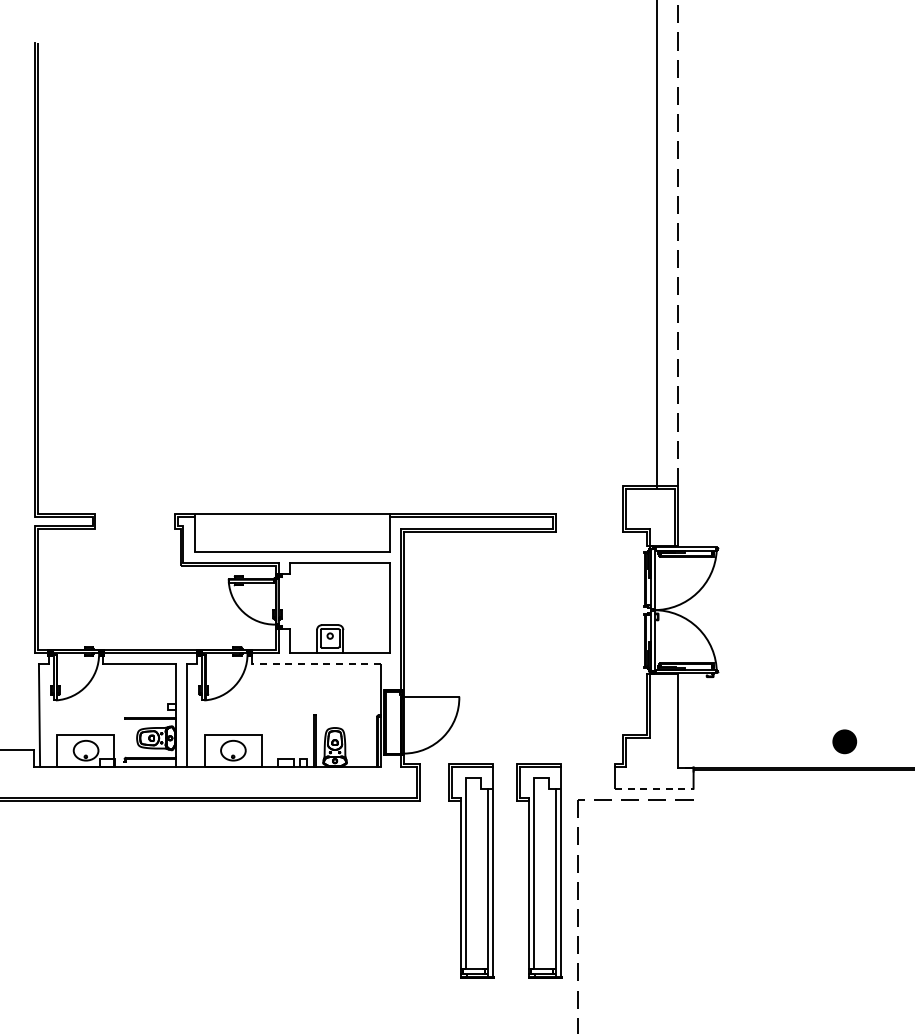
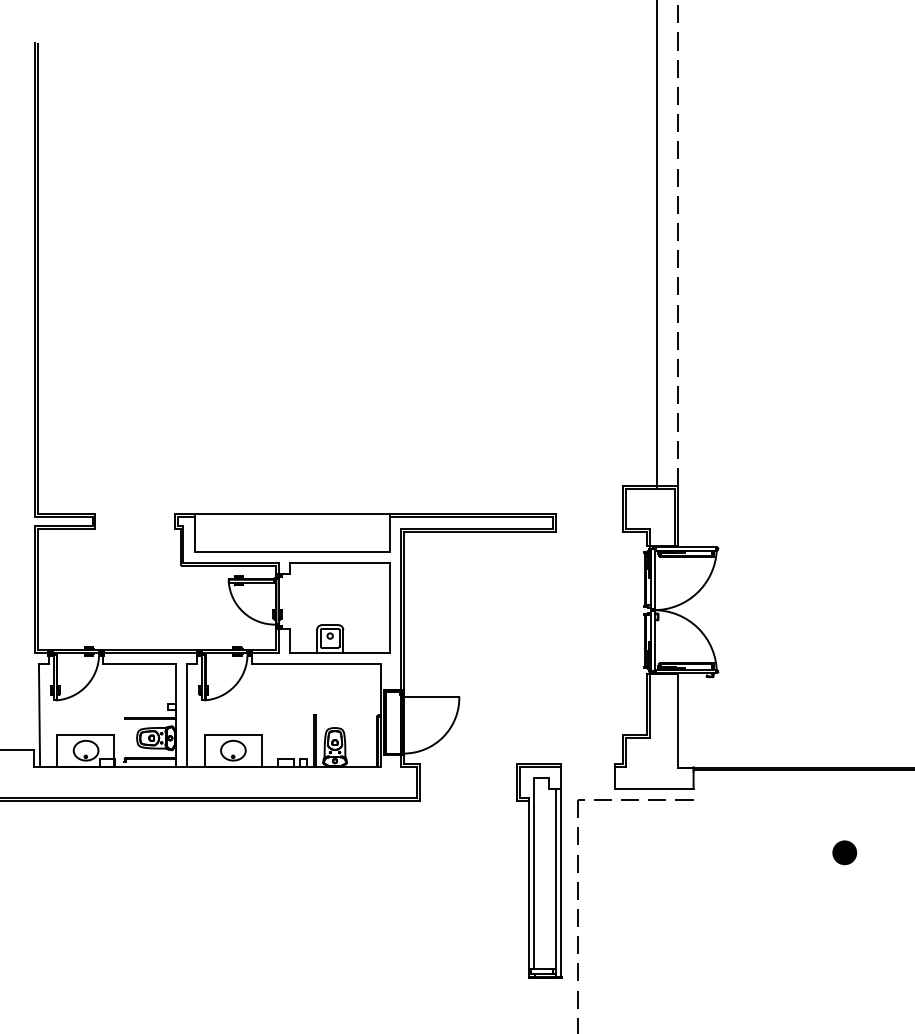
line at (316, 663): dashed -> solid
part at (844, 741) position: (844, 741) -> (844, 852)
line at (654, 788): dashed -> solid
part at (471, 870): present -> none
